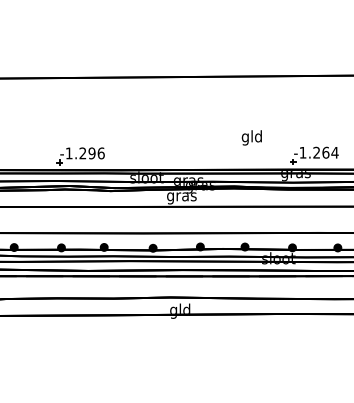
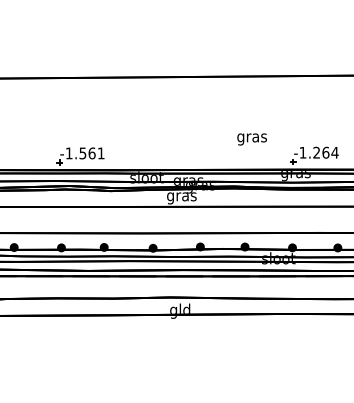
text at (251, 137): gld -> gras
text at (91, 153): -1.296 -> -1.561
